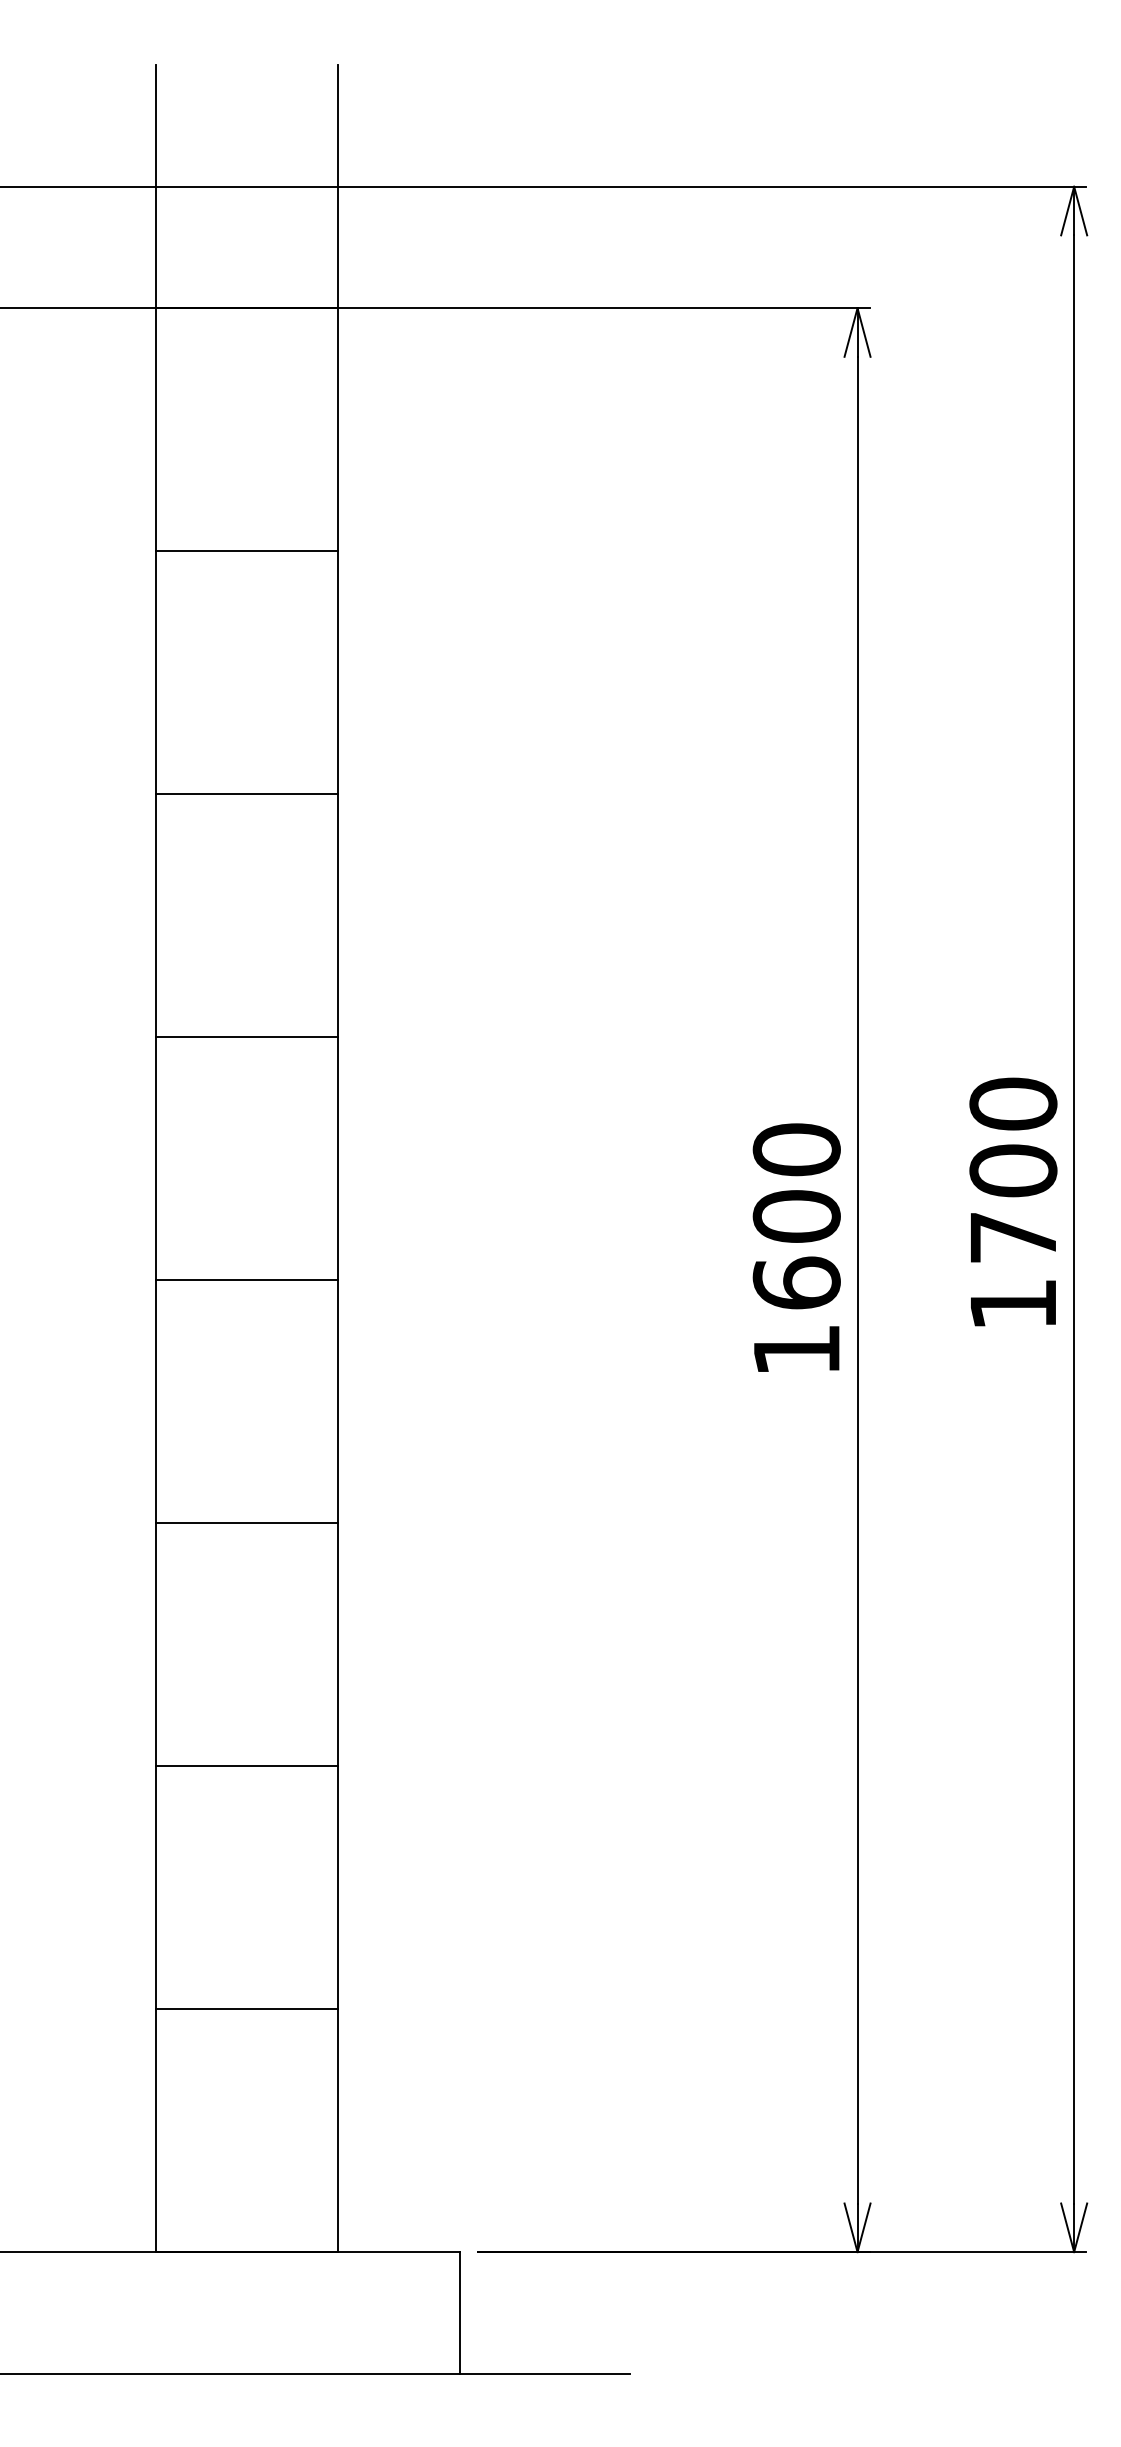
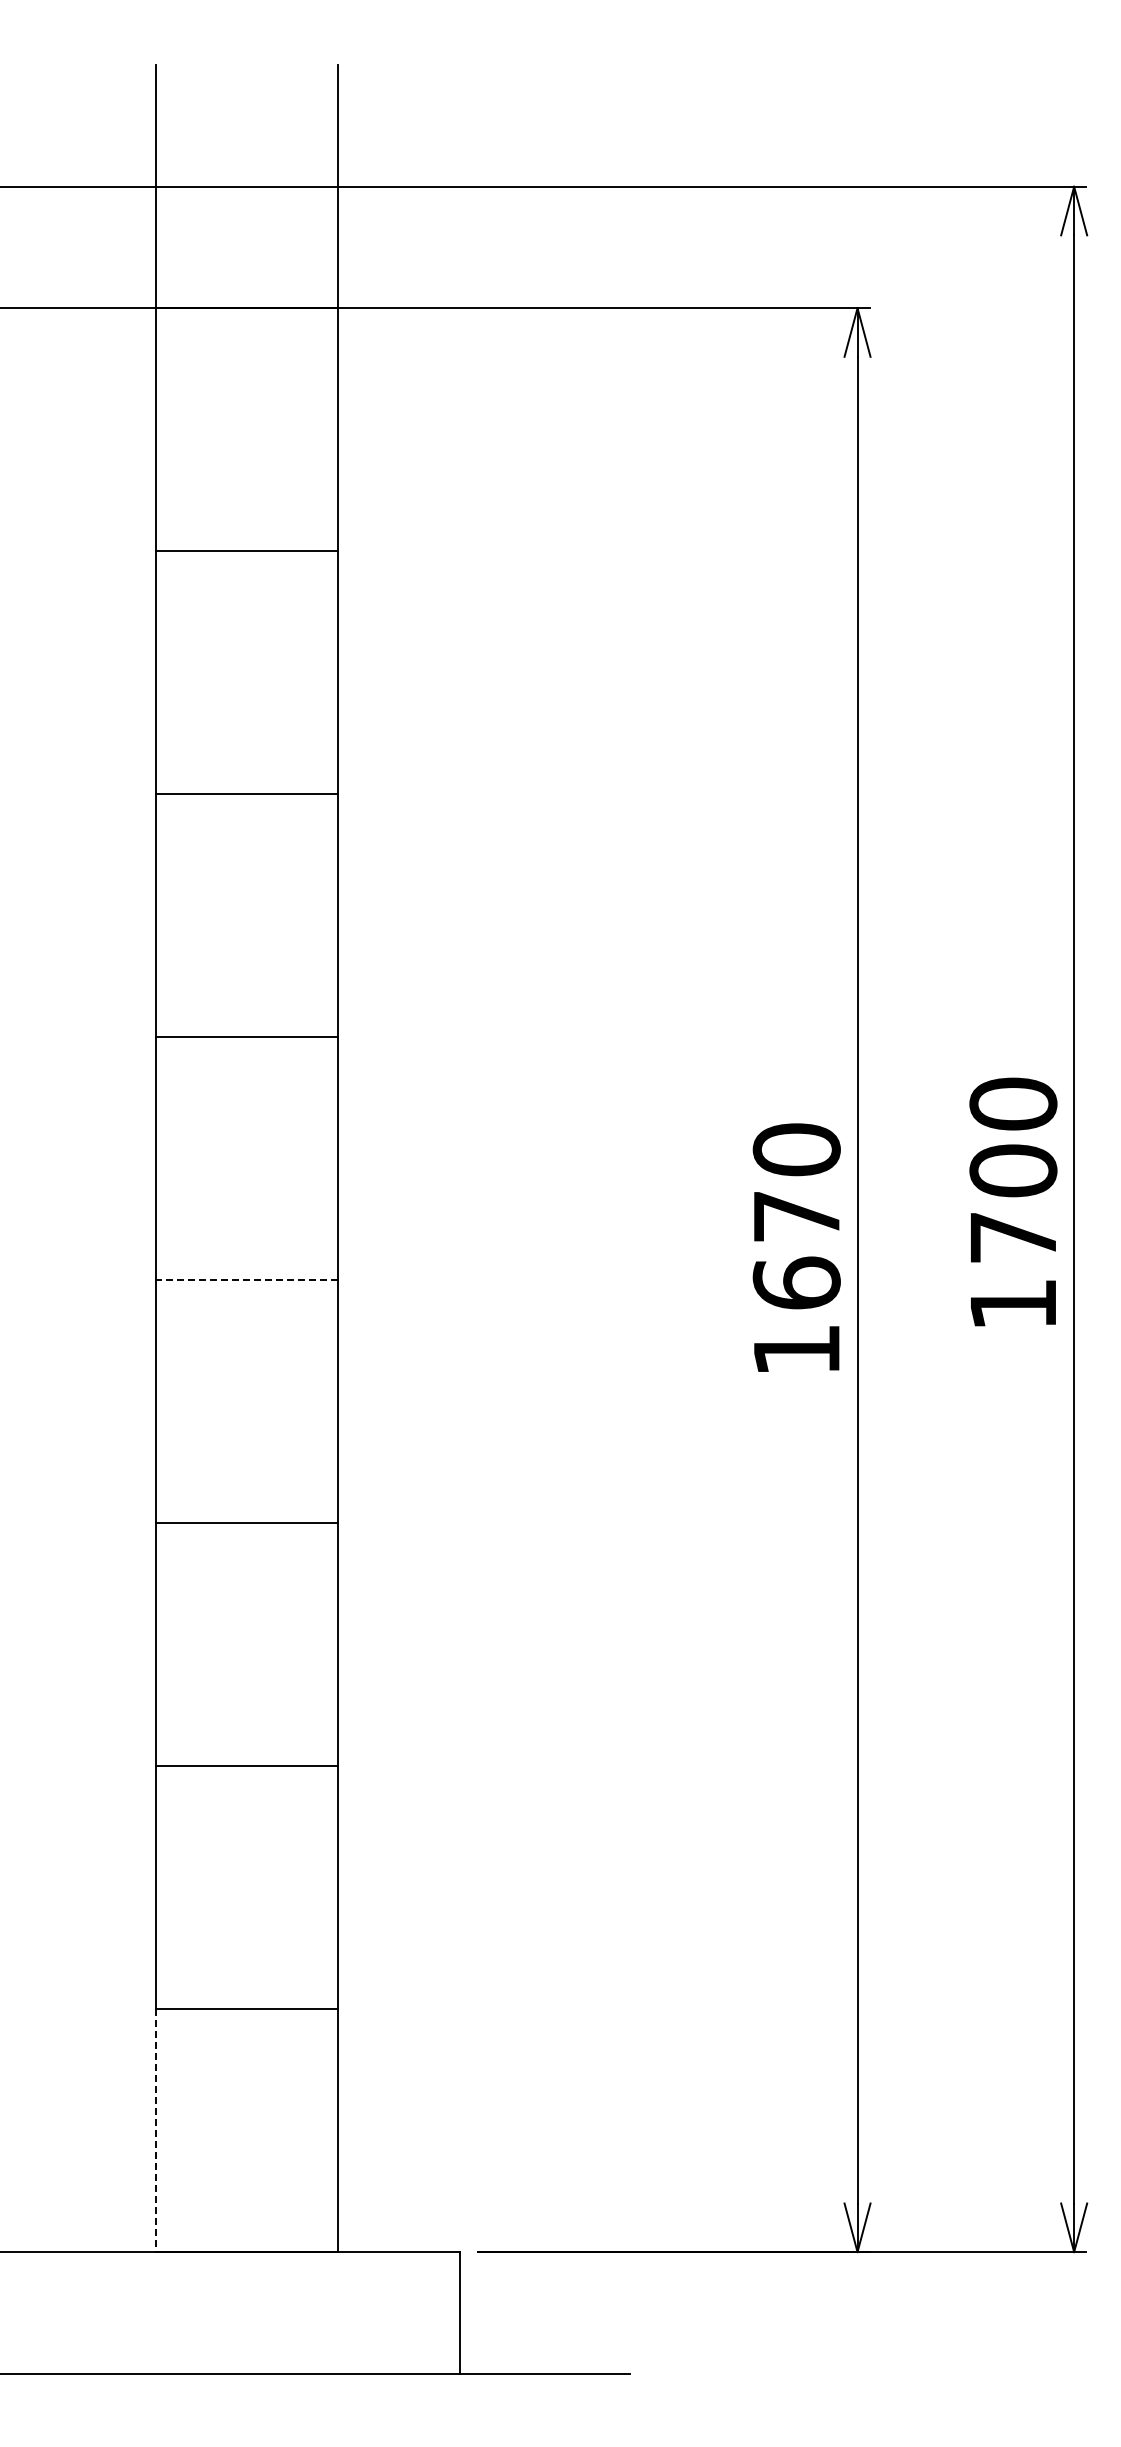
text at (796, 1216): 1600 -> 1670
line at (246, 1280): solid -> dashed
line at (155, 2131): solid -> dashed
